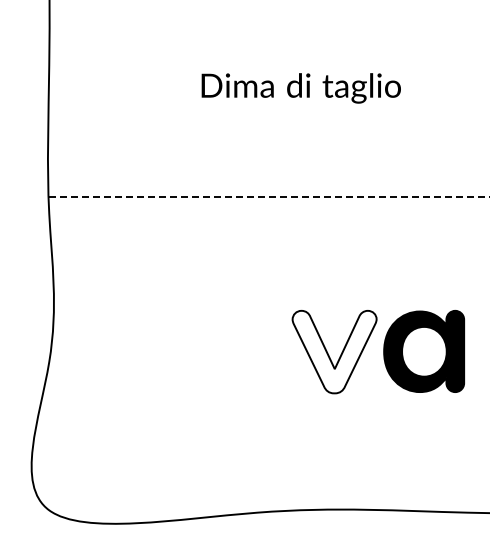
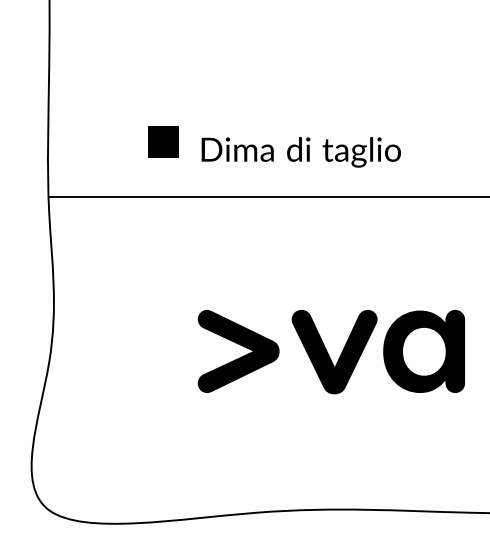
text at (300, 88) position: (300, 88) -> (300, 152)
part at (163, 141): none -> present
line at (269, 196): dashed -> solid
part at (238, 351): none -> present
fill at (334, 351): none -> present
